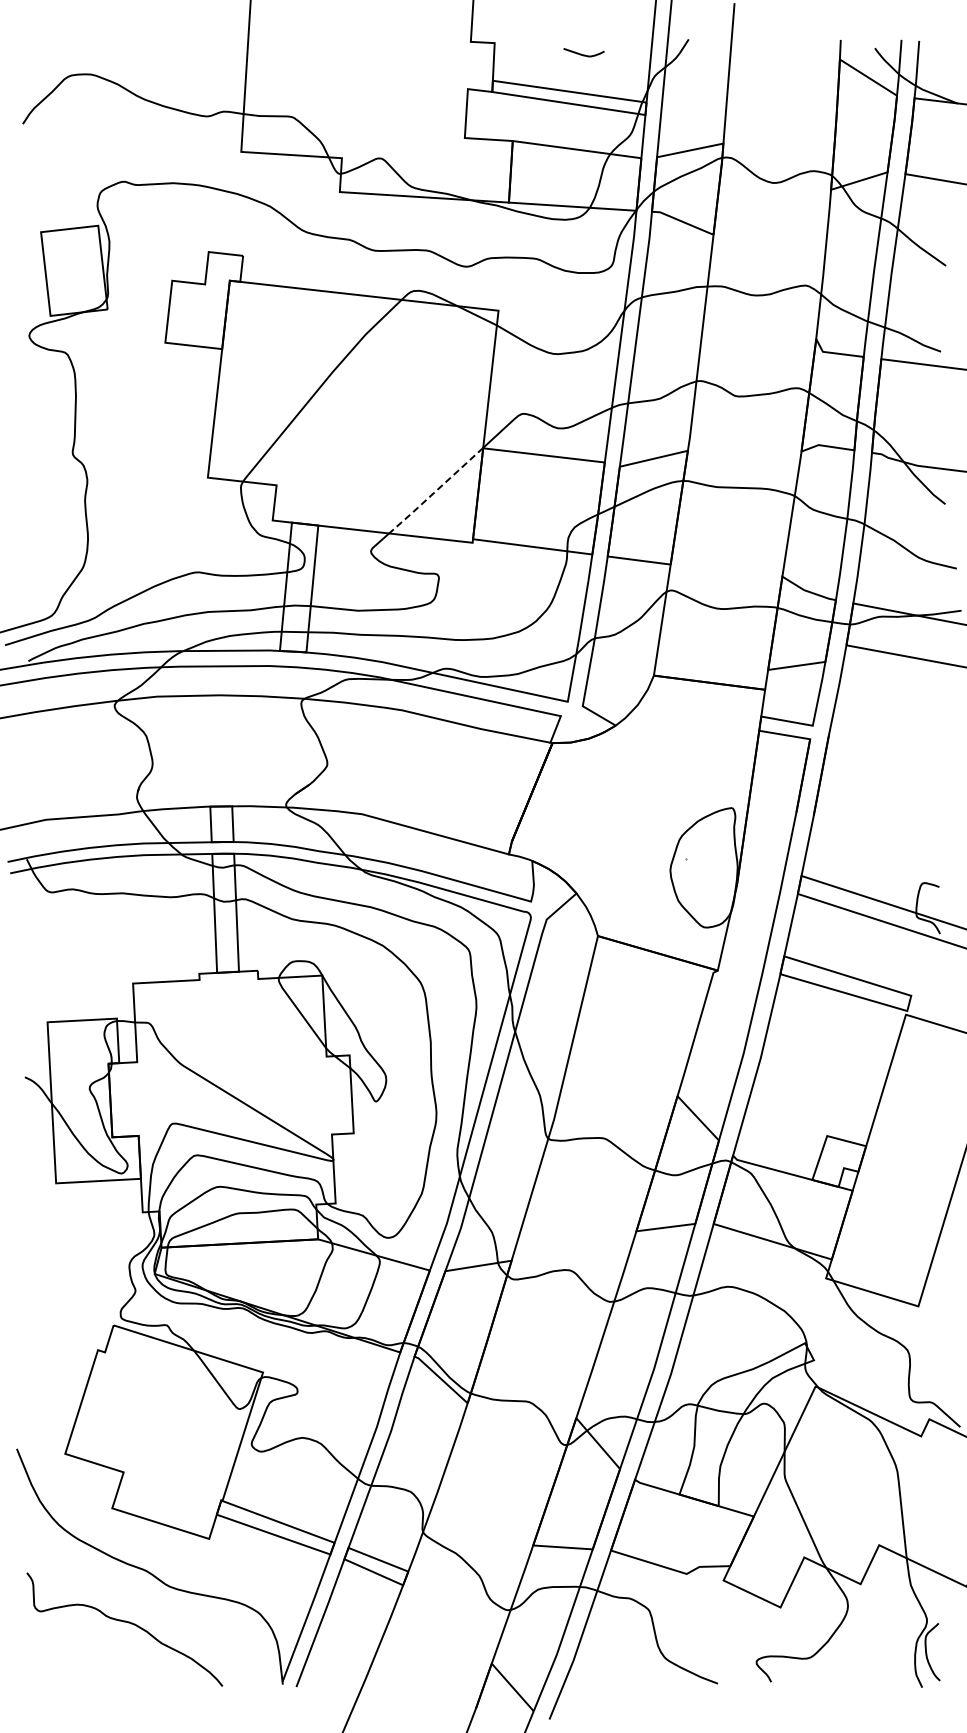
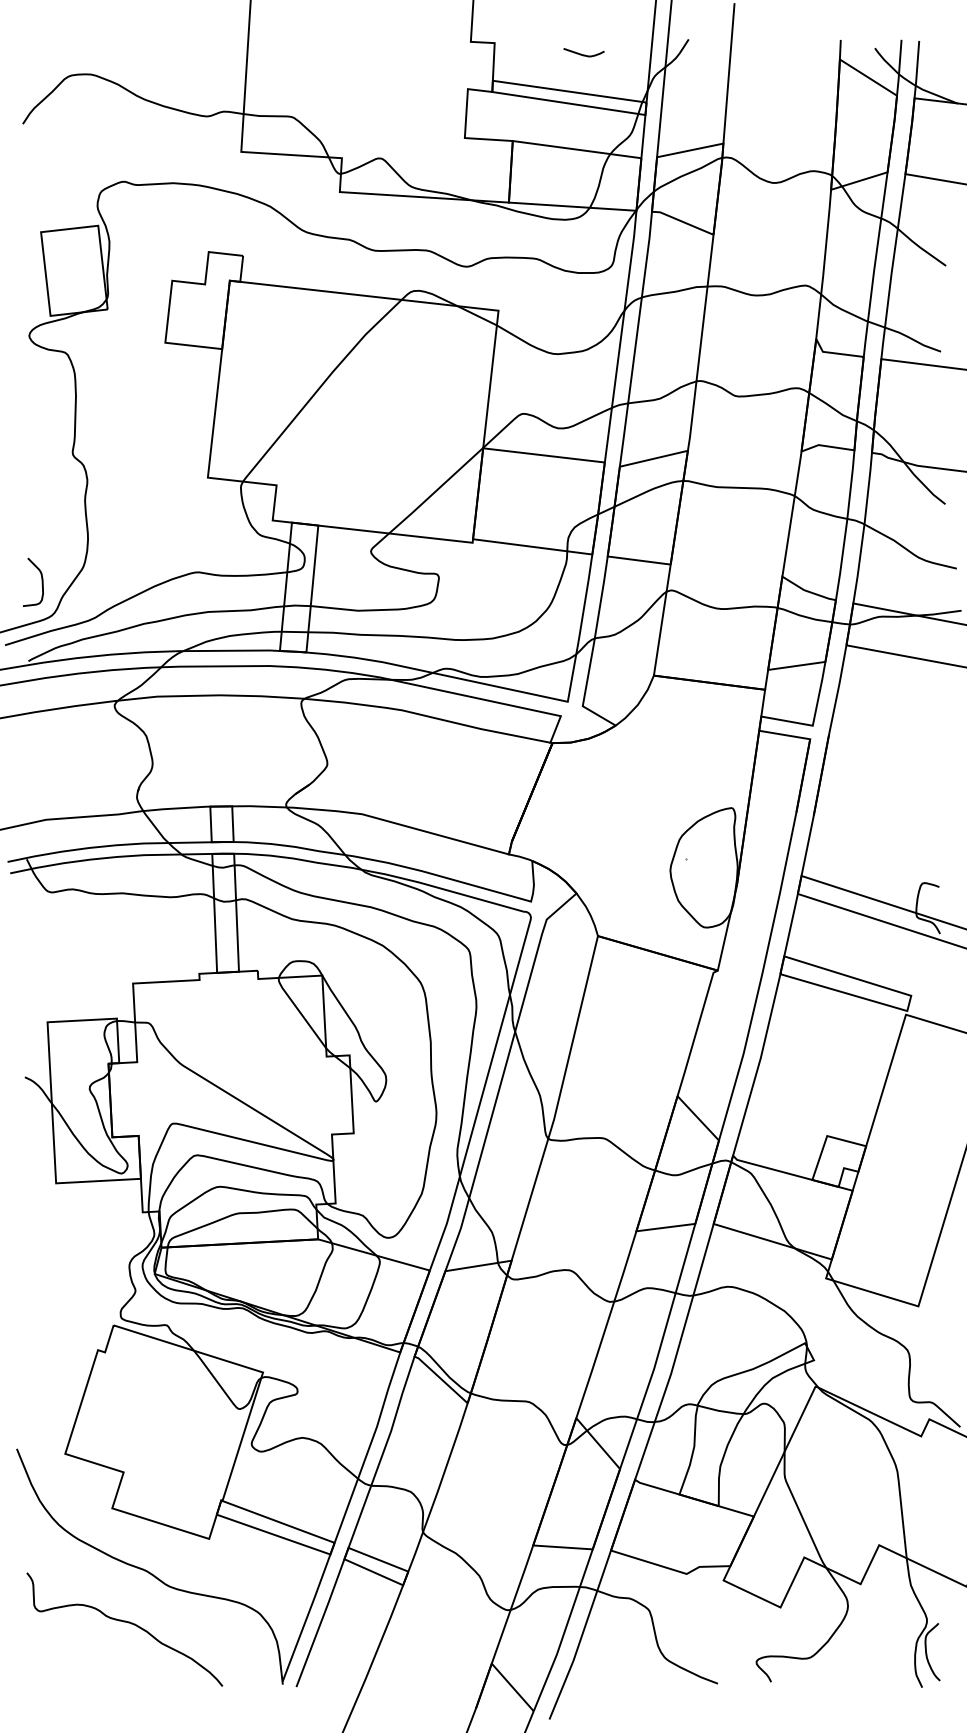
line at (435, 491): dashed -> solid
curve at (41, 581): none -> present
